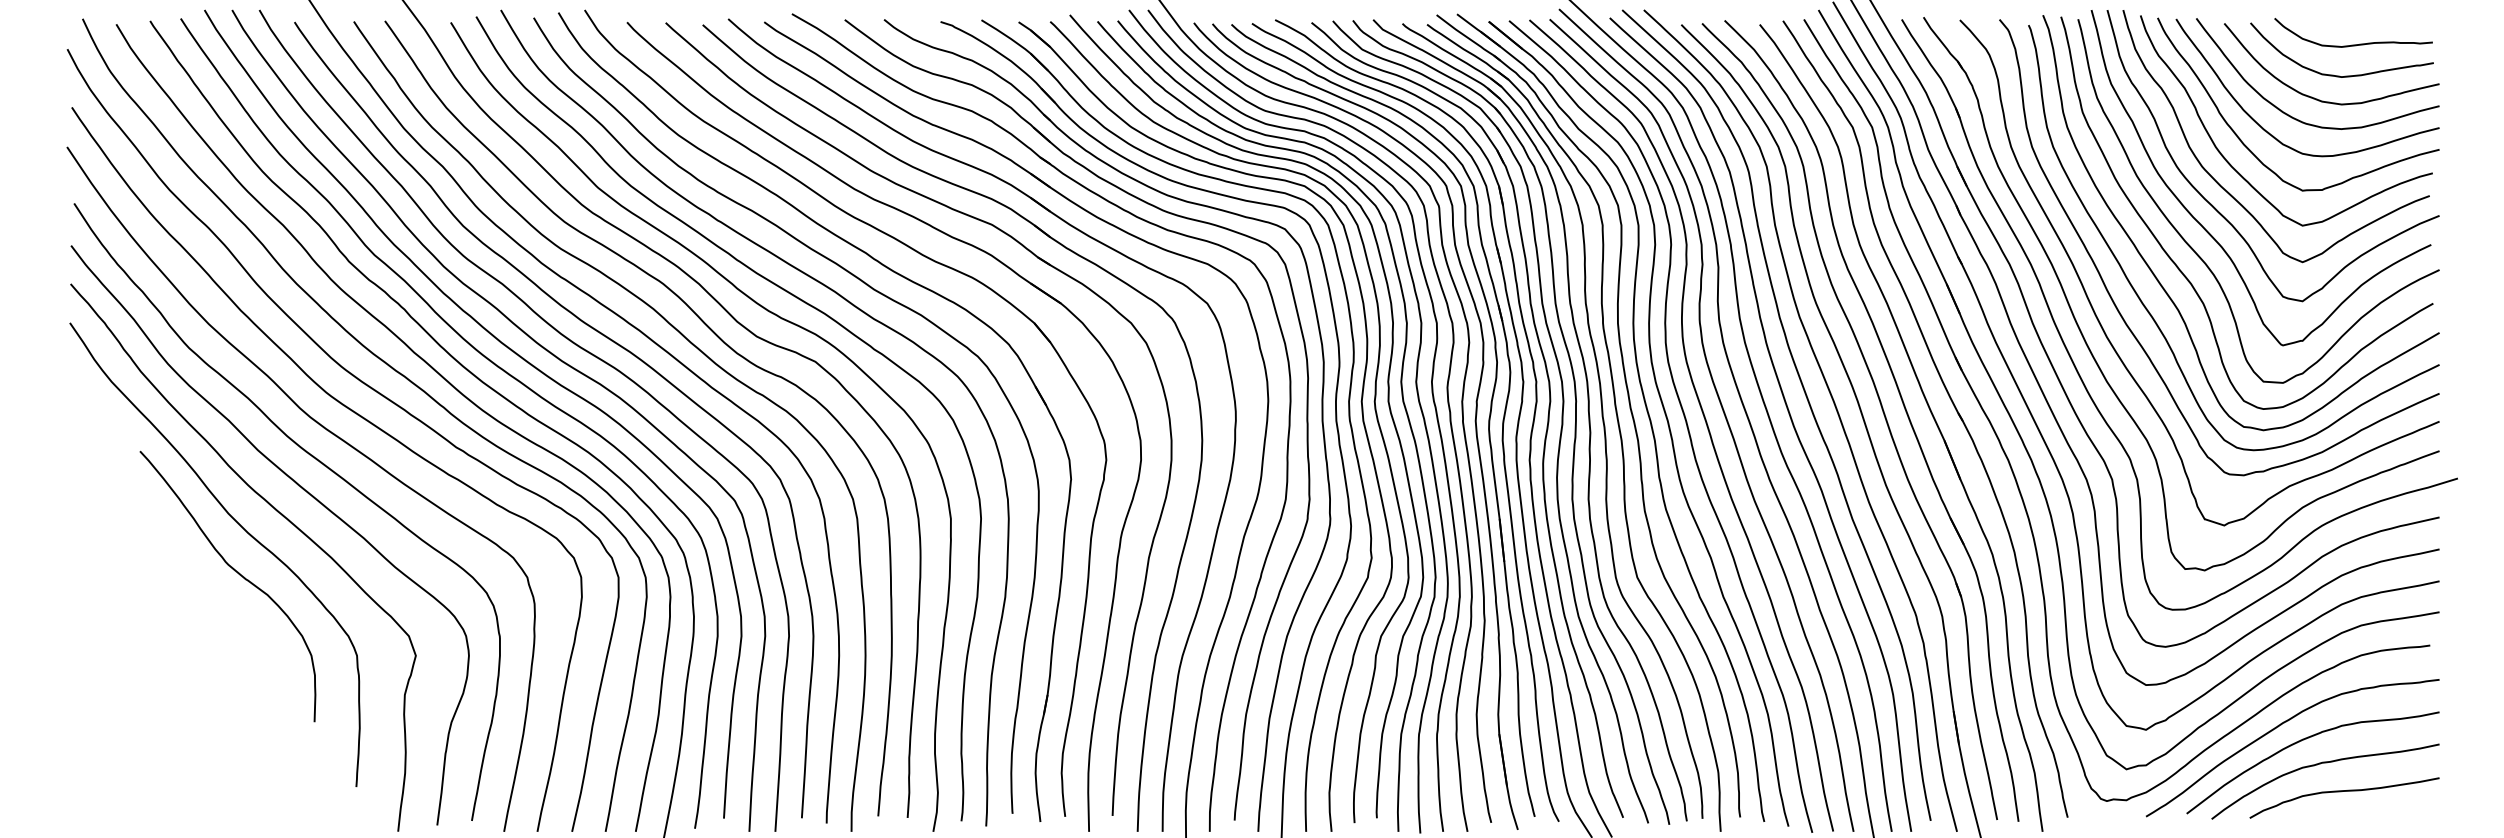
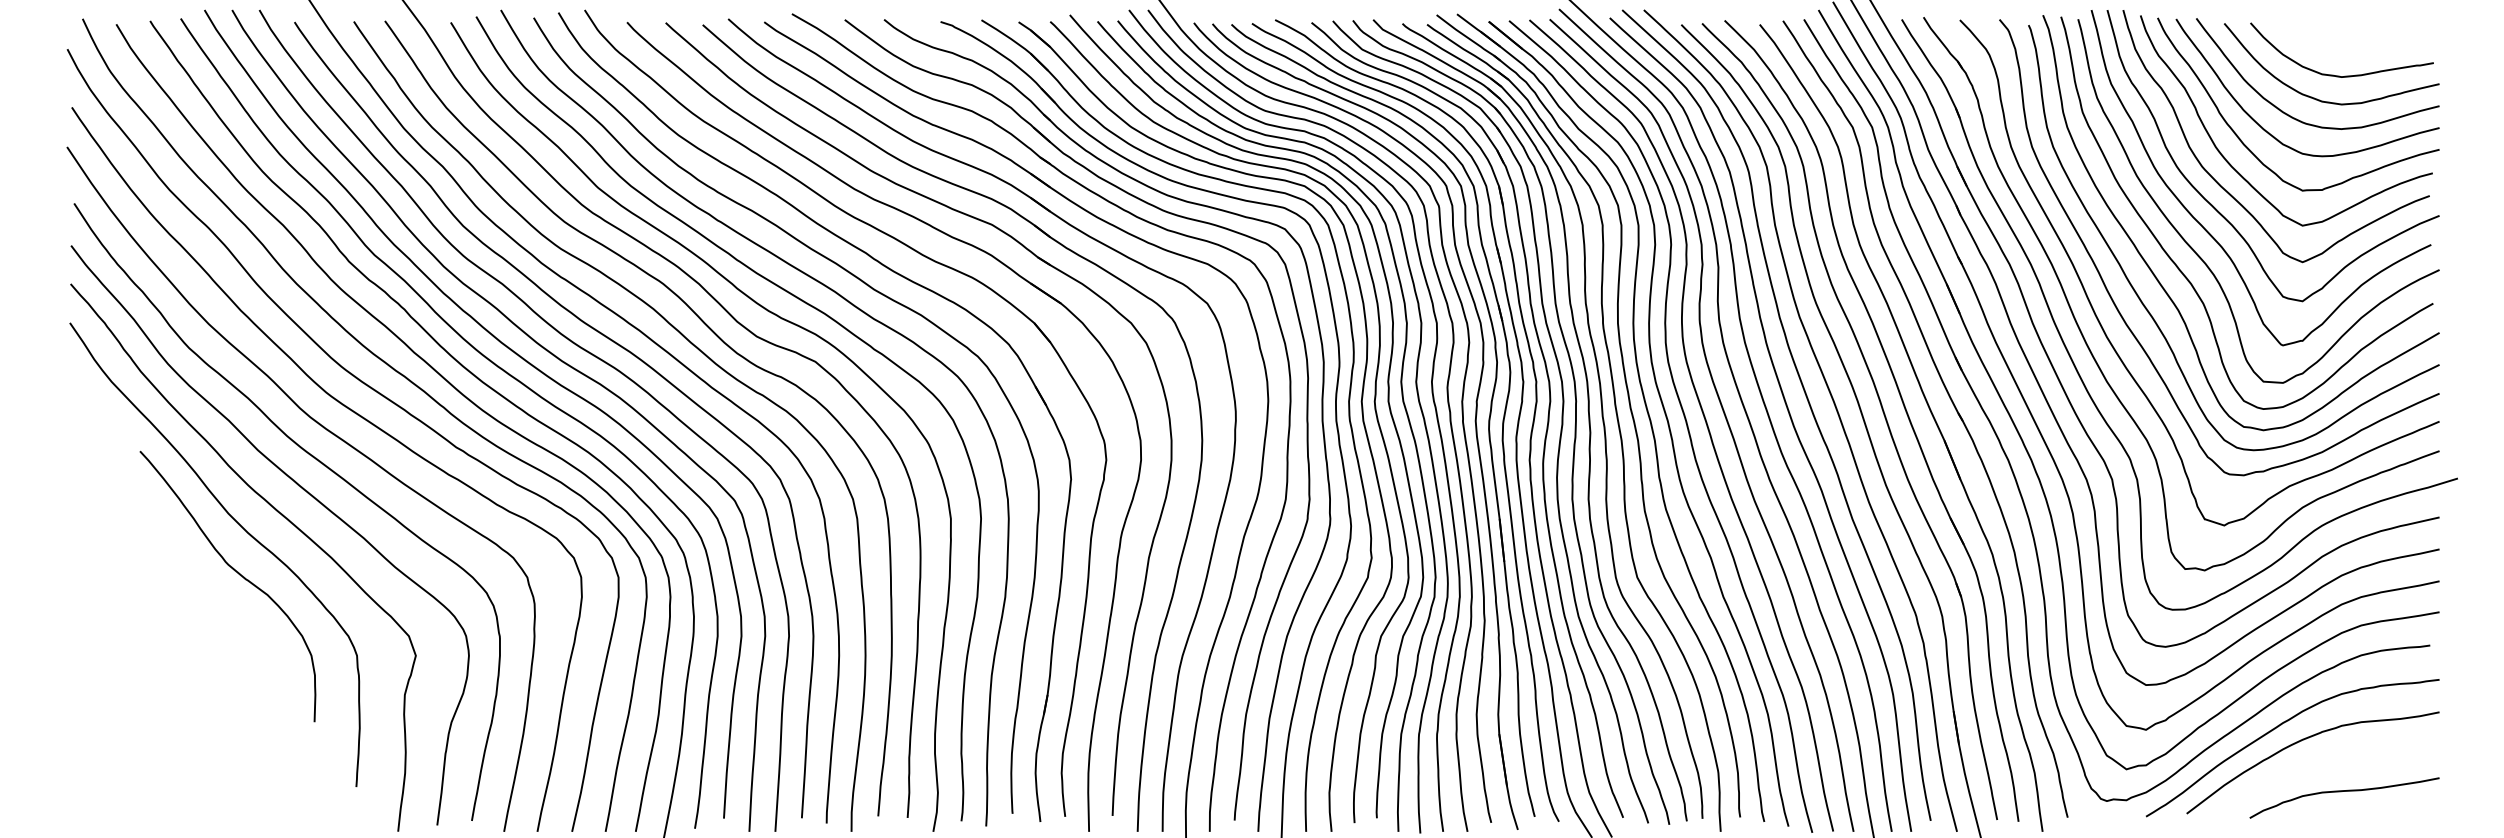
curve at (2353, 44): present -> none
curve at (2320, 764): present -> none
